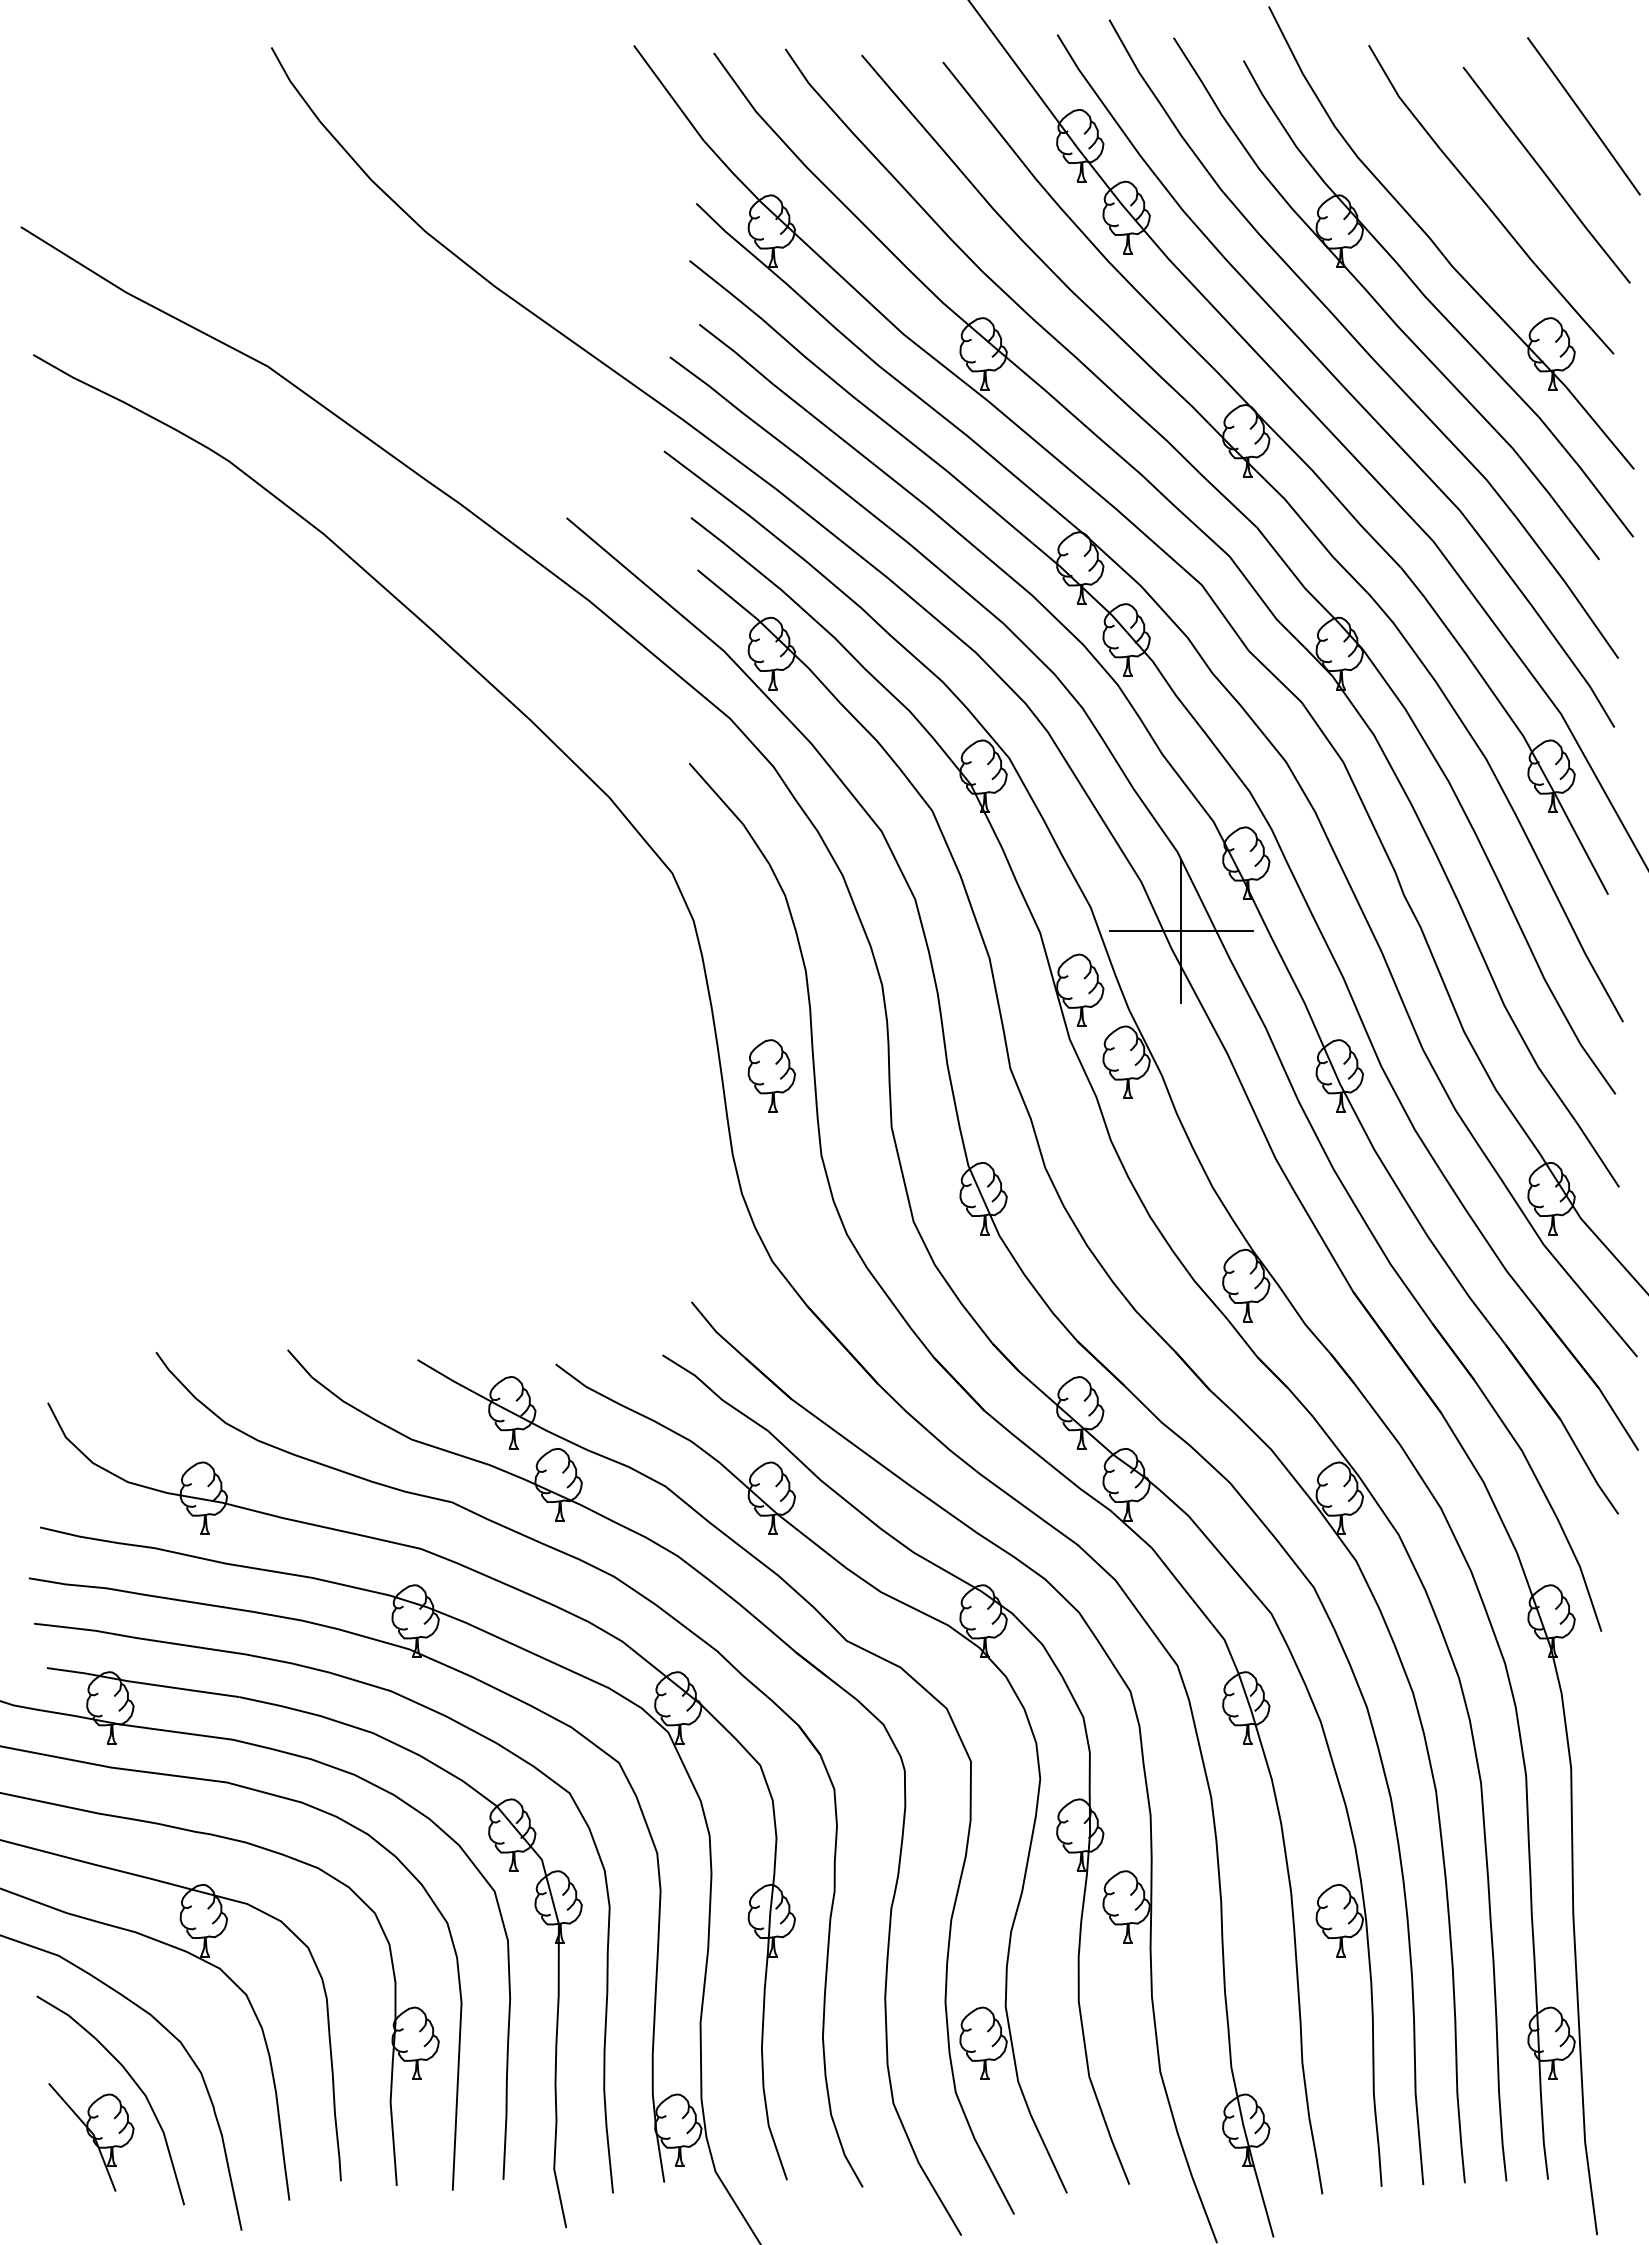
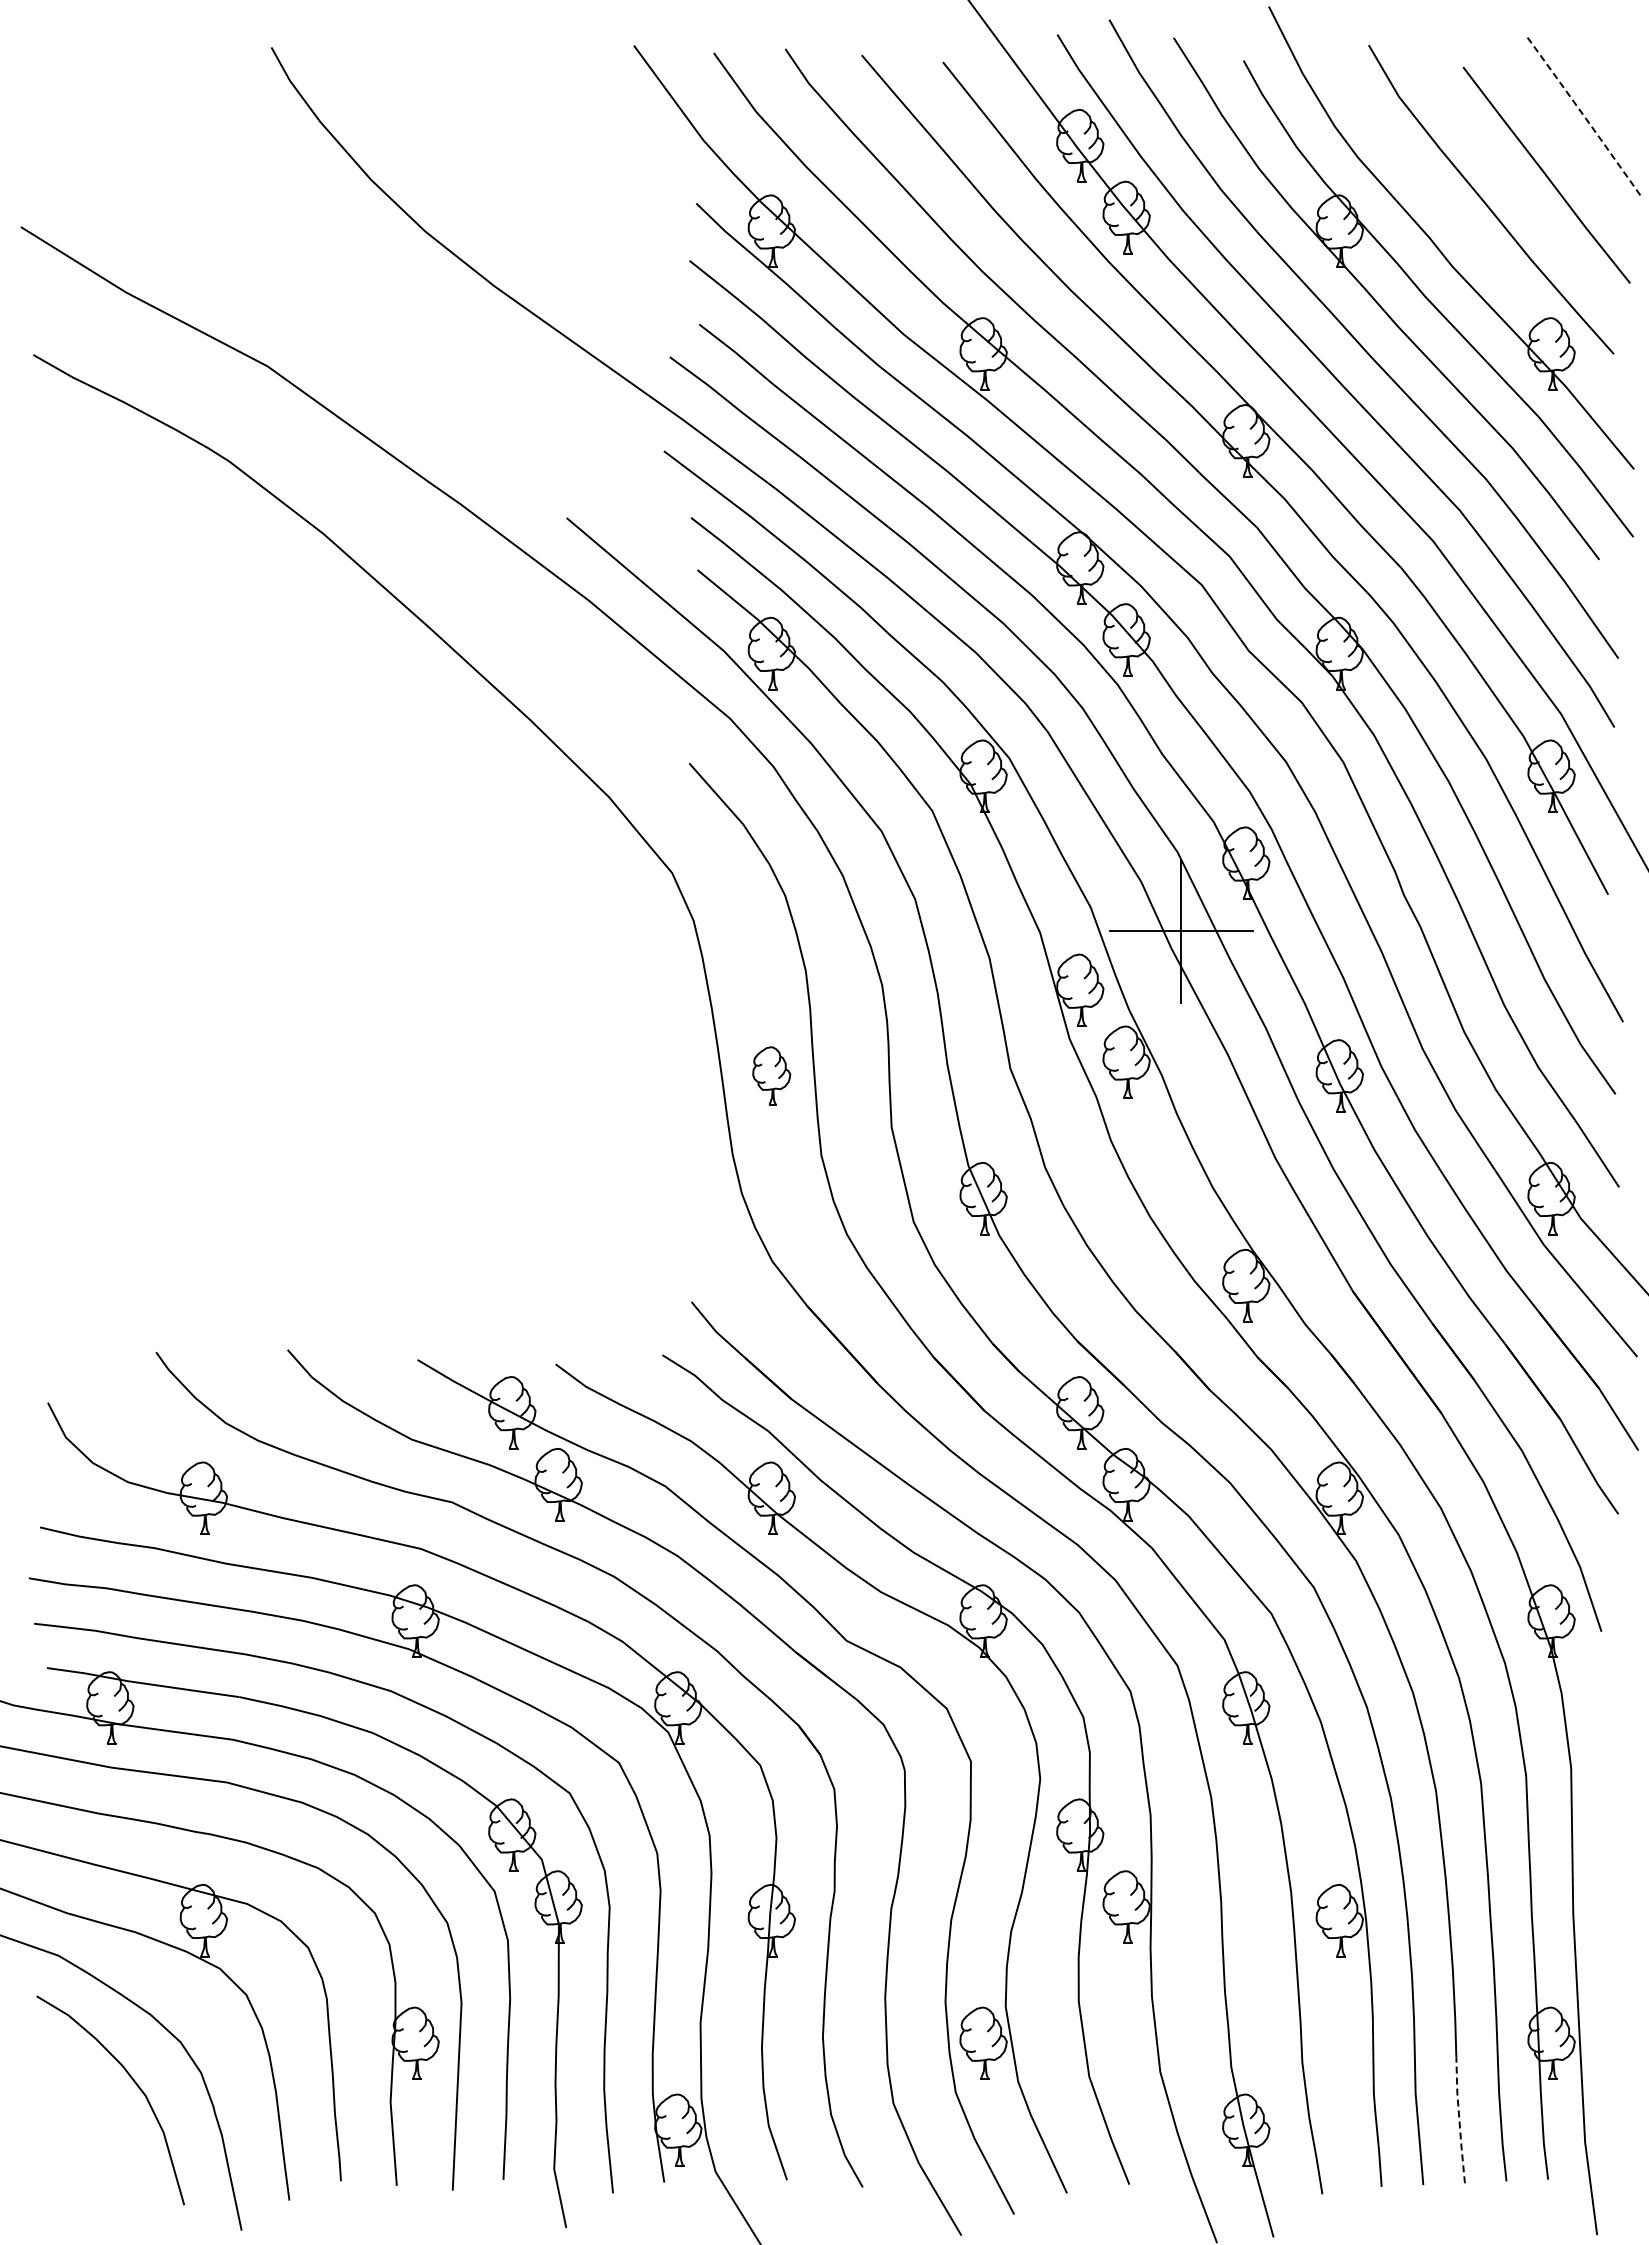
line at (1584, 116): solid -> dashed
part at (771, 1075) size: 49x74 px -> 40x60 px
line at (1459, 2120): solid -> dashed
part at (91, 2137): present -> none
